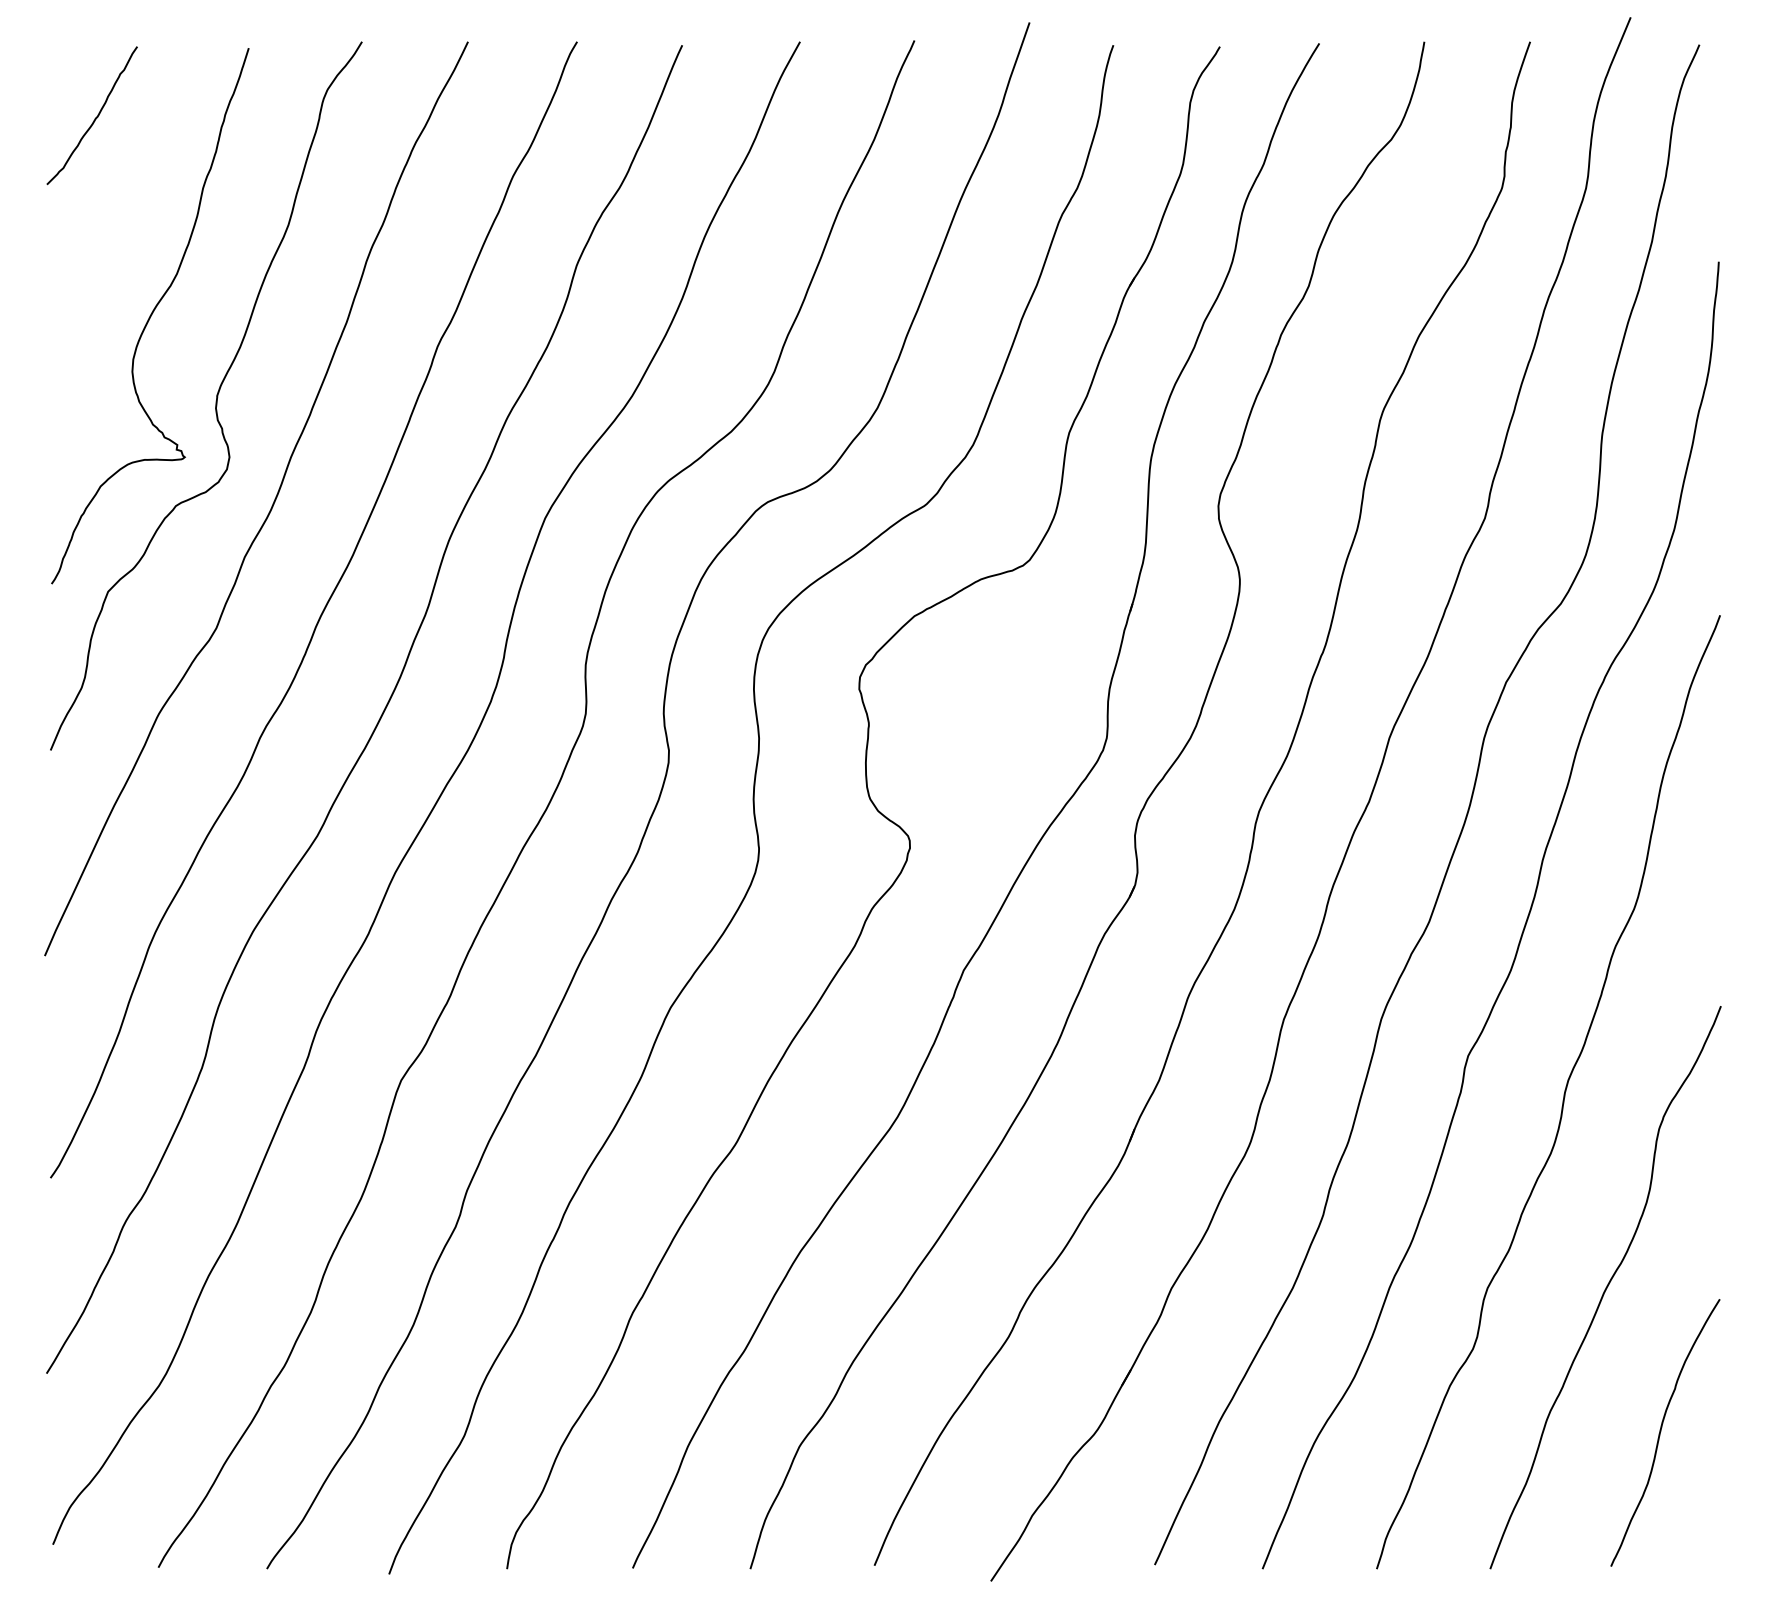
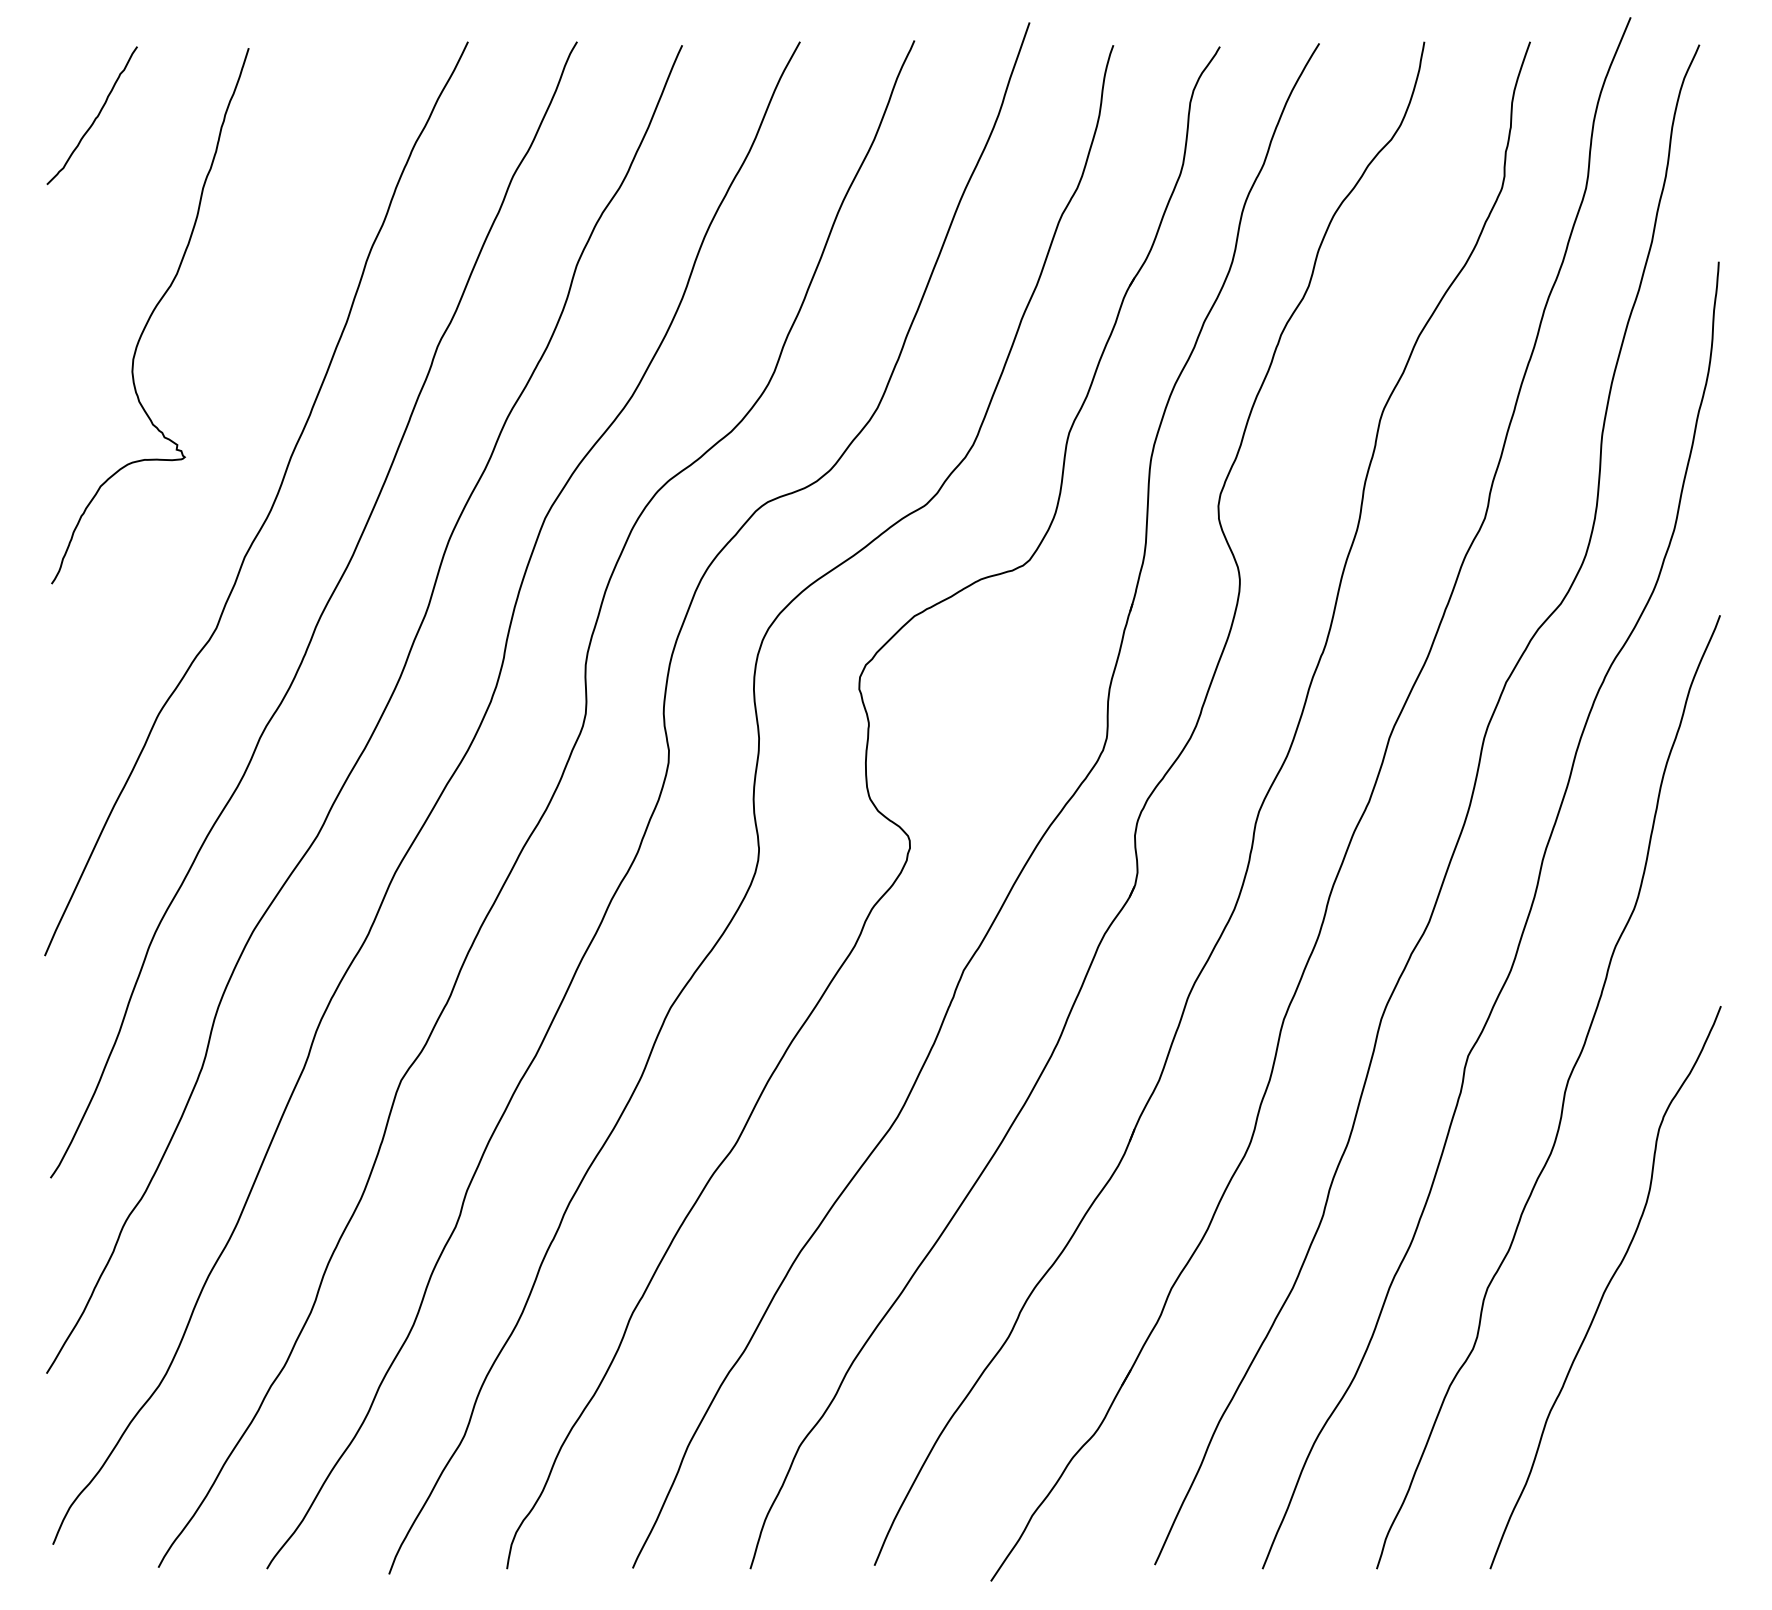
curve at (216, 395): present -> none
curve at (1661, 1431): present -> none
